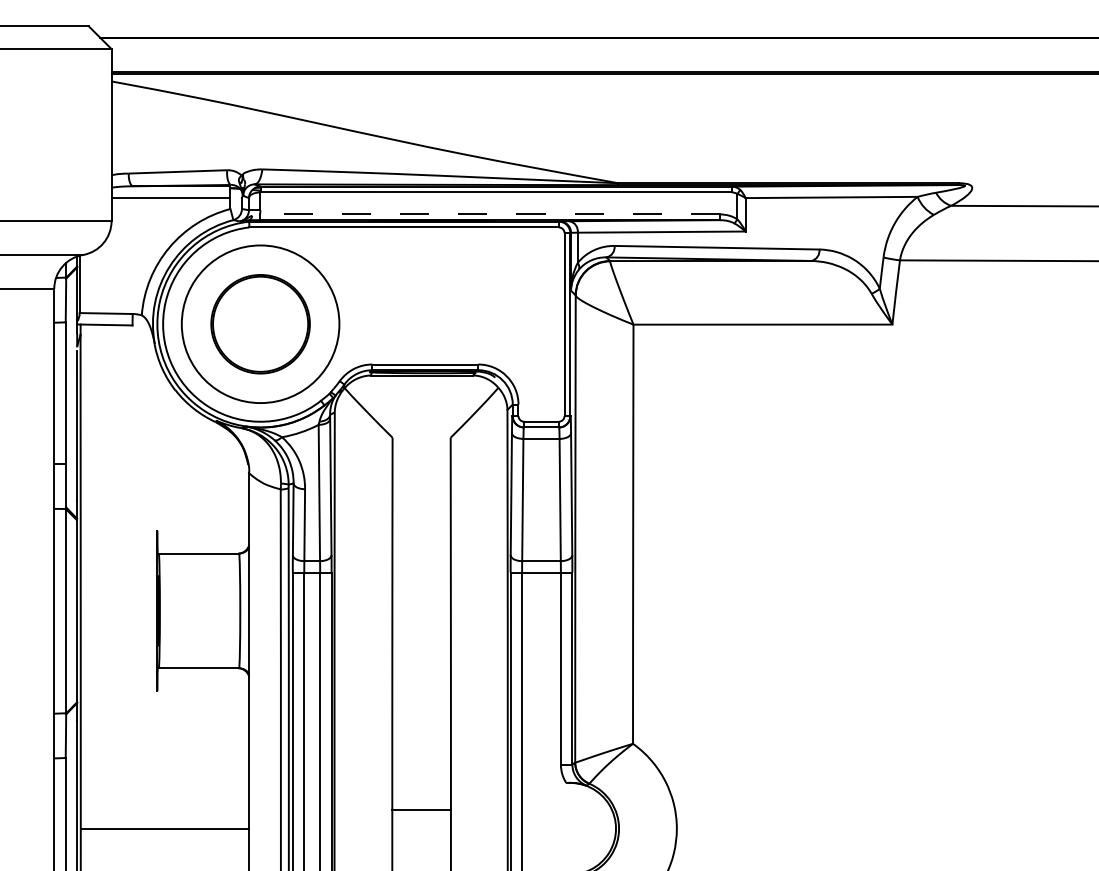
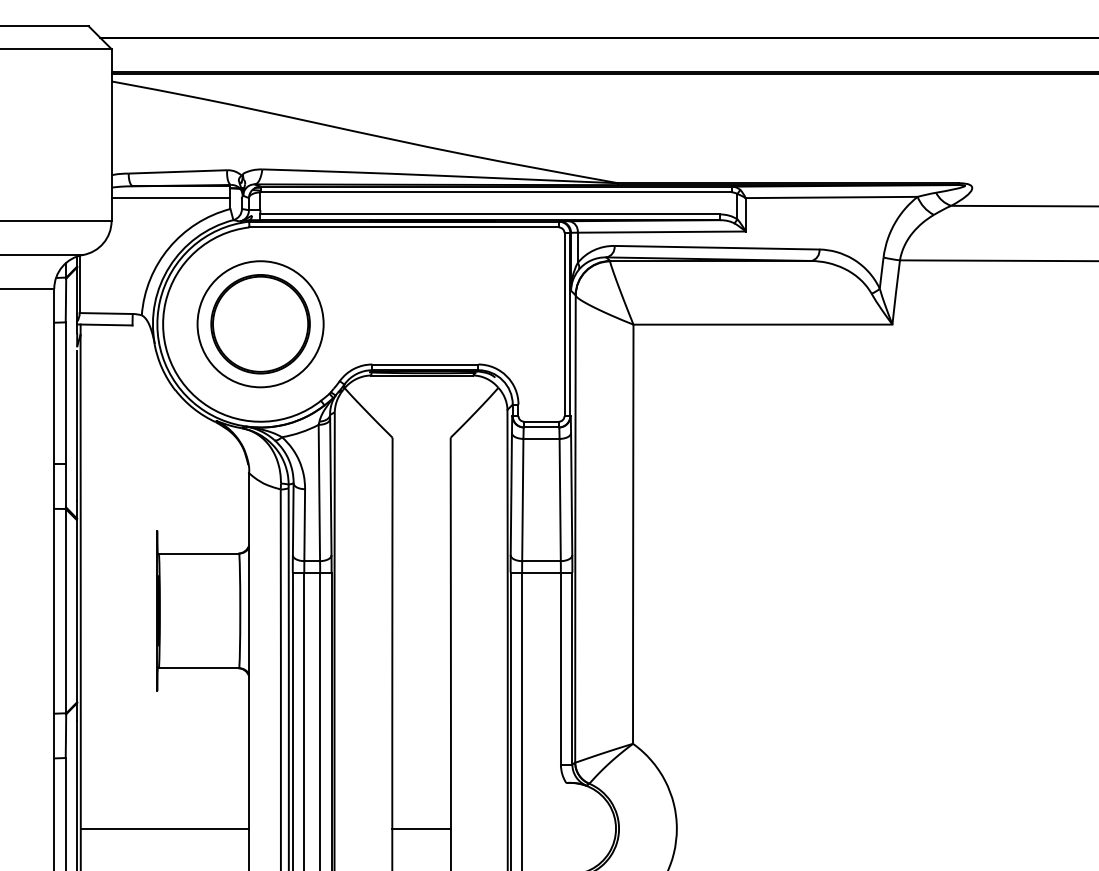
line at (489, 214): dashed -> solid
circle at (260, 324) diameter: 158 px -> 126 px
line at (421, 809) position: (421, 809) -> (421, 828)
